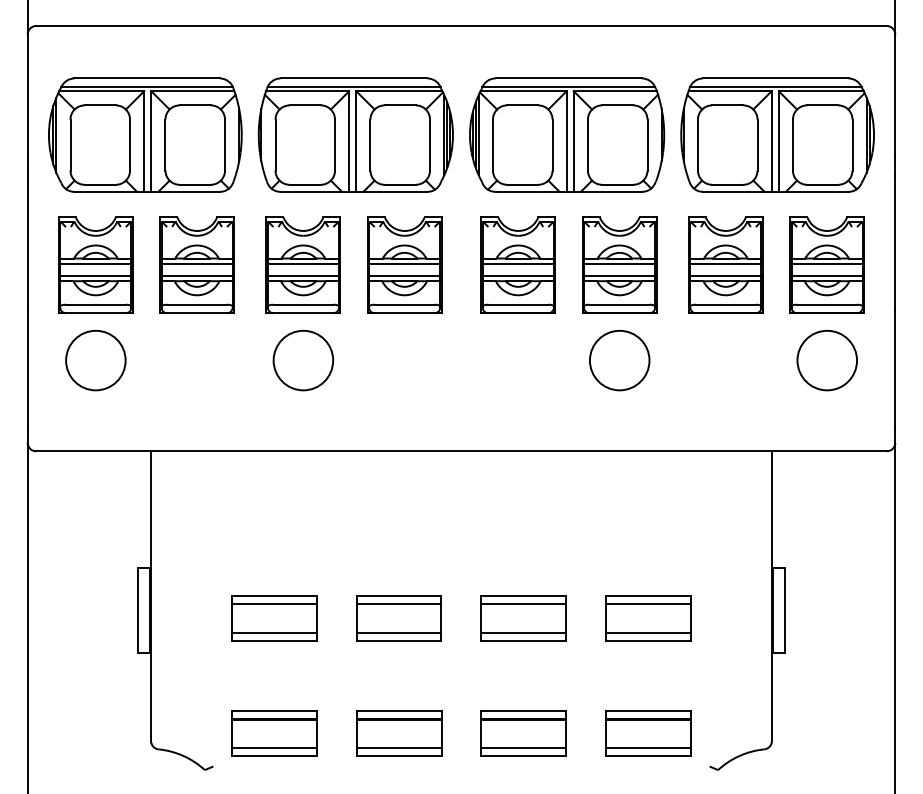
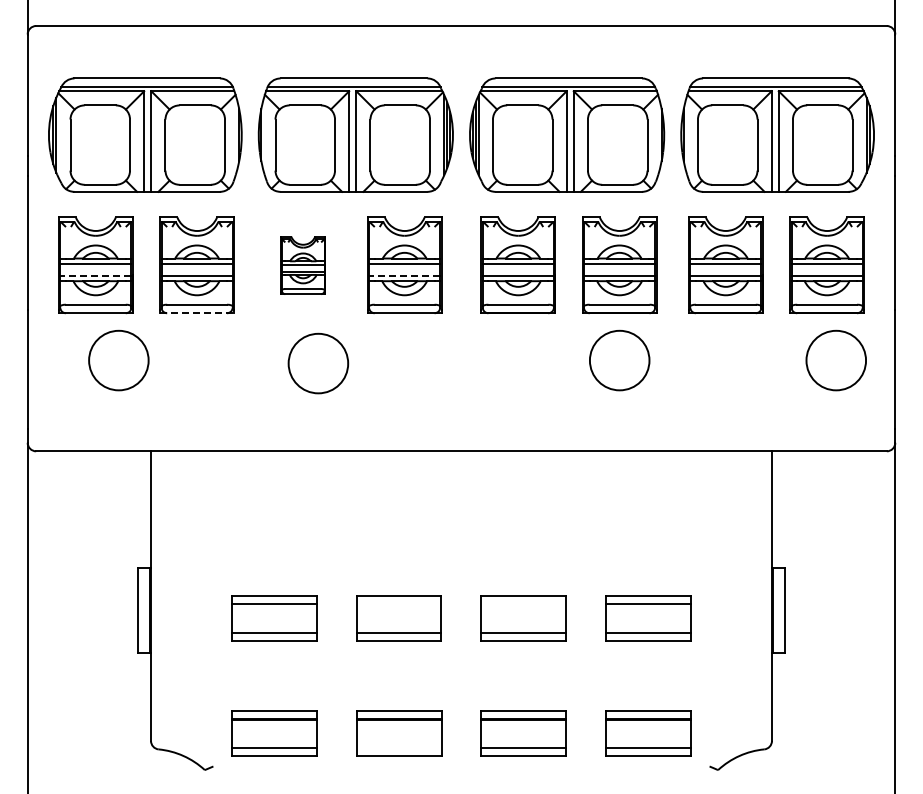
part at (302, 265) size: 76x99 px -> 46x59 px
line at (95, 275): solid -> dashed
line at (404, 275): solid -> dashed
line at (197, 313): solid -> dashed
circle at (95, 360) position: (95, 360) -> (118, 360)
circle at (303, 360) position: (303, 360) -> (318, 363)
circle at (826, 360) position: (826, 360) -> (835, 360)
line at (398, 604): present -> none
line at (523, 604): present -> none
line at (398, 747): present -> none
